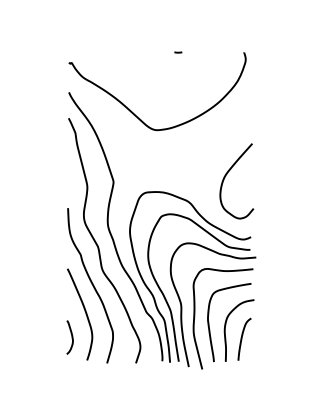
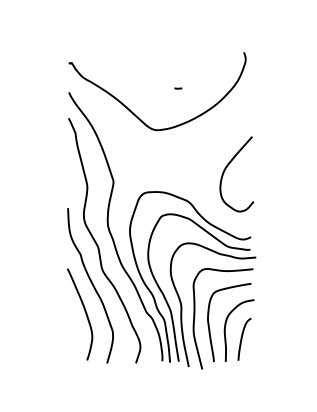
line at (178, 52) position: (178, 52) -> (178, 88)
curve at (227, 174) position: (227, 174) -> (227, 167)
curve at (71, 337): present -> none
